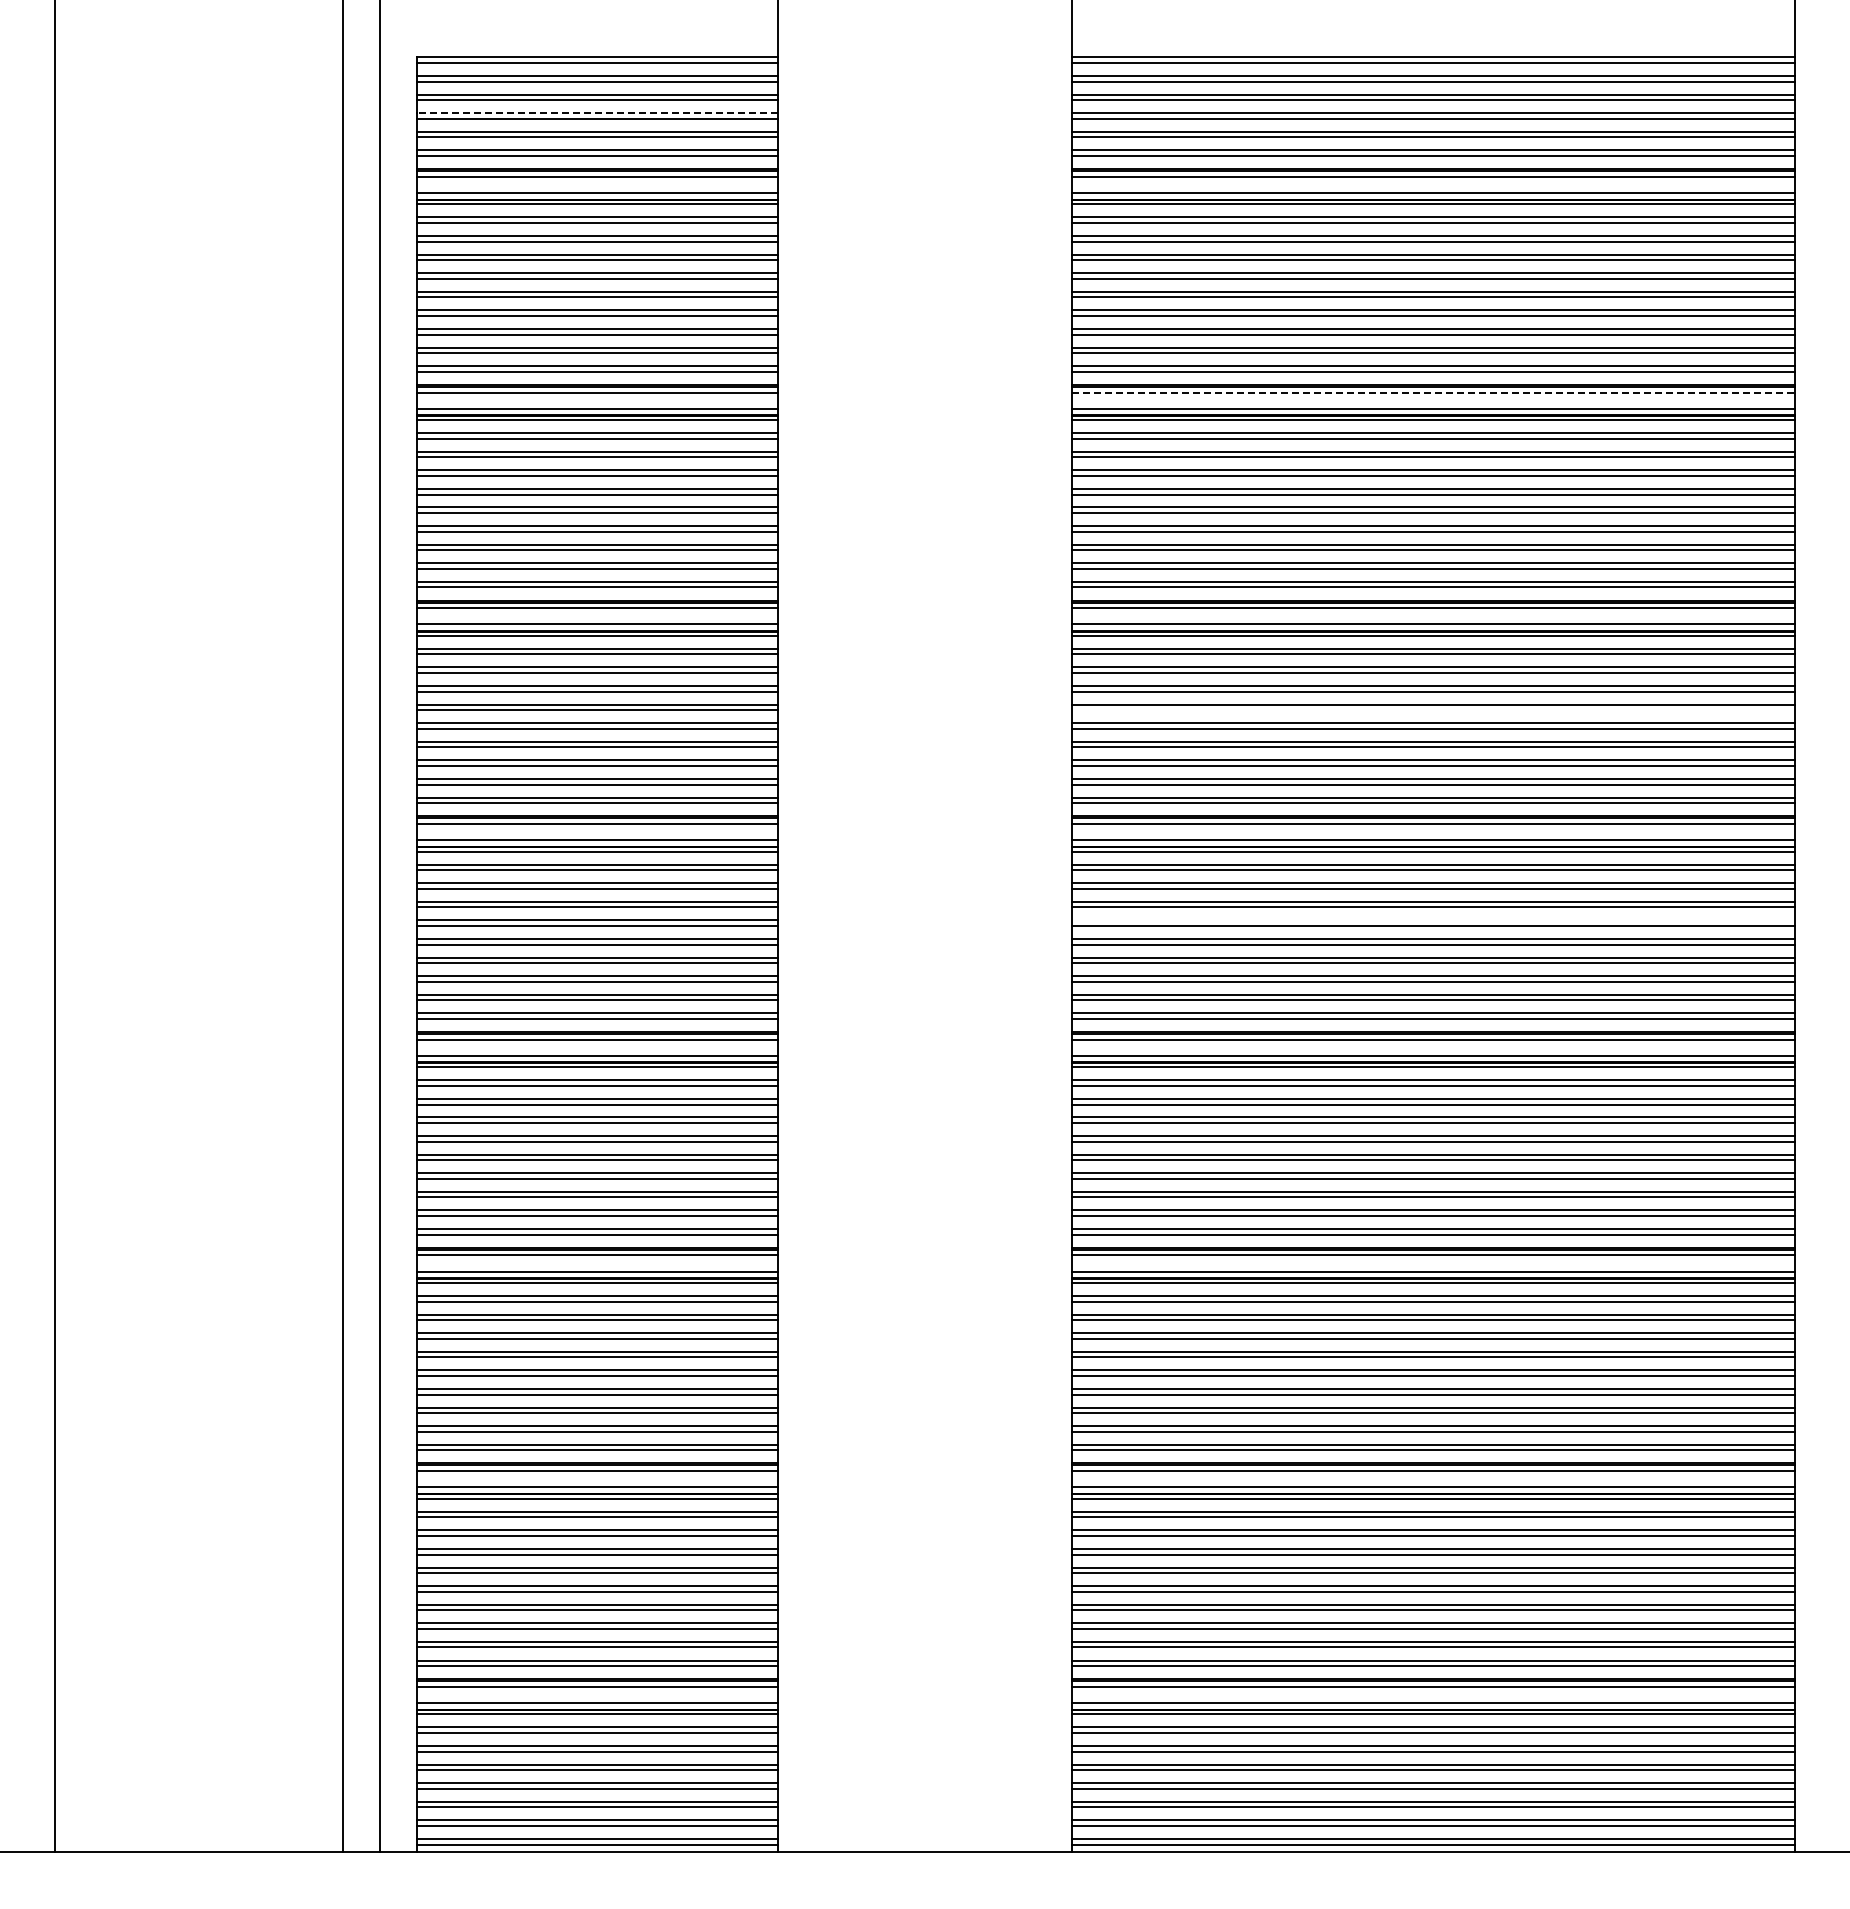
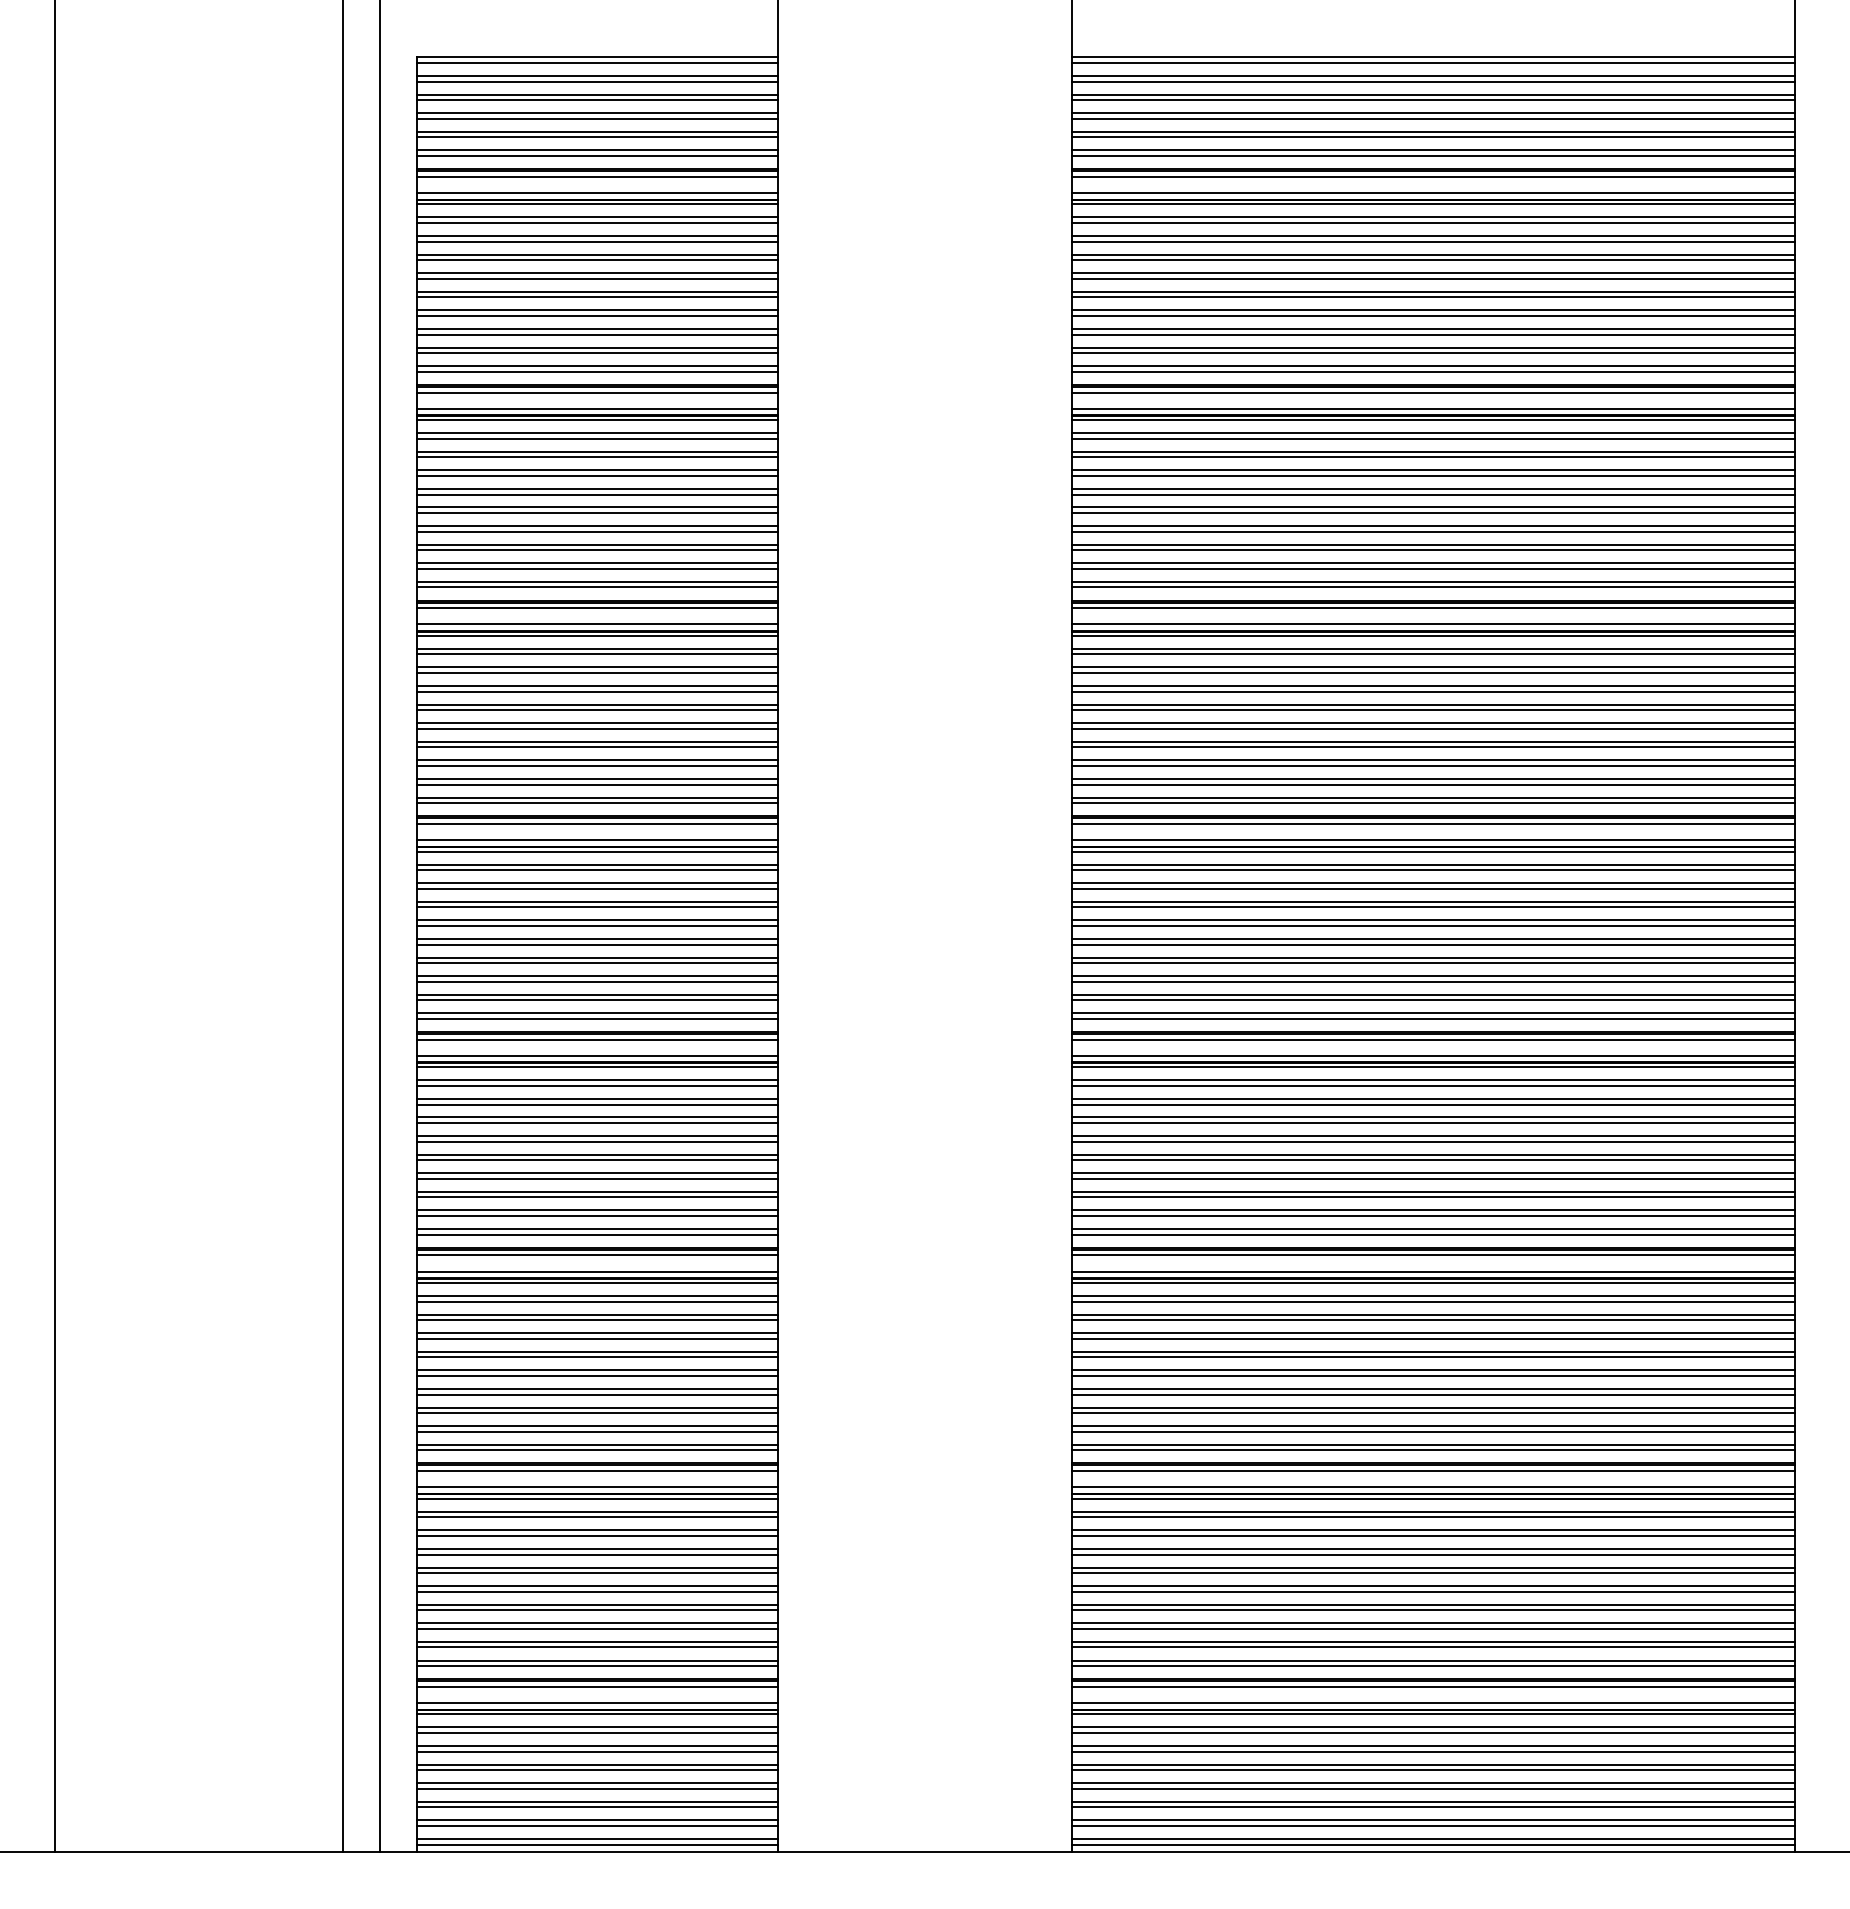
line at (597, 113): dashed -> solid
line at (1433, 392): dashed -> solid
line at (1432, 710): none -> present
line at (1432, 920): none -> present
